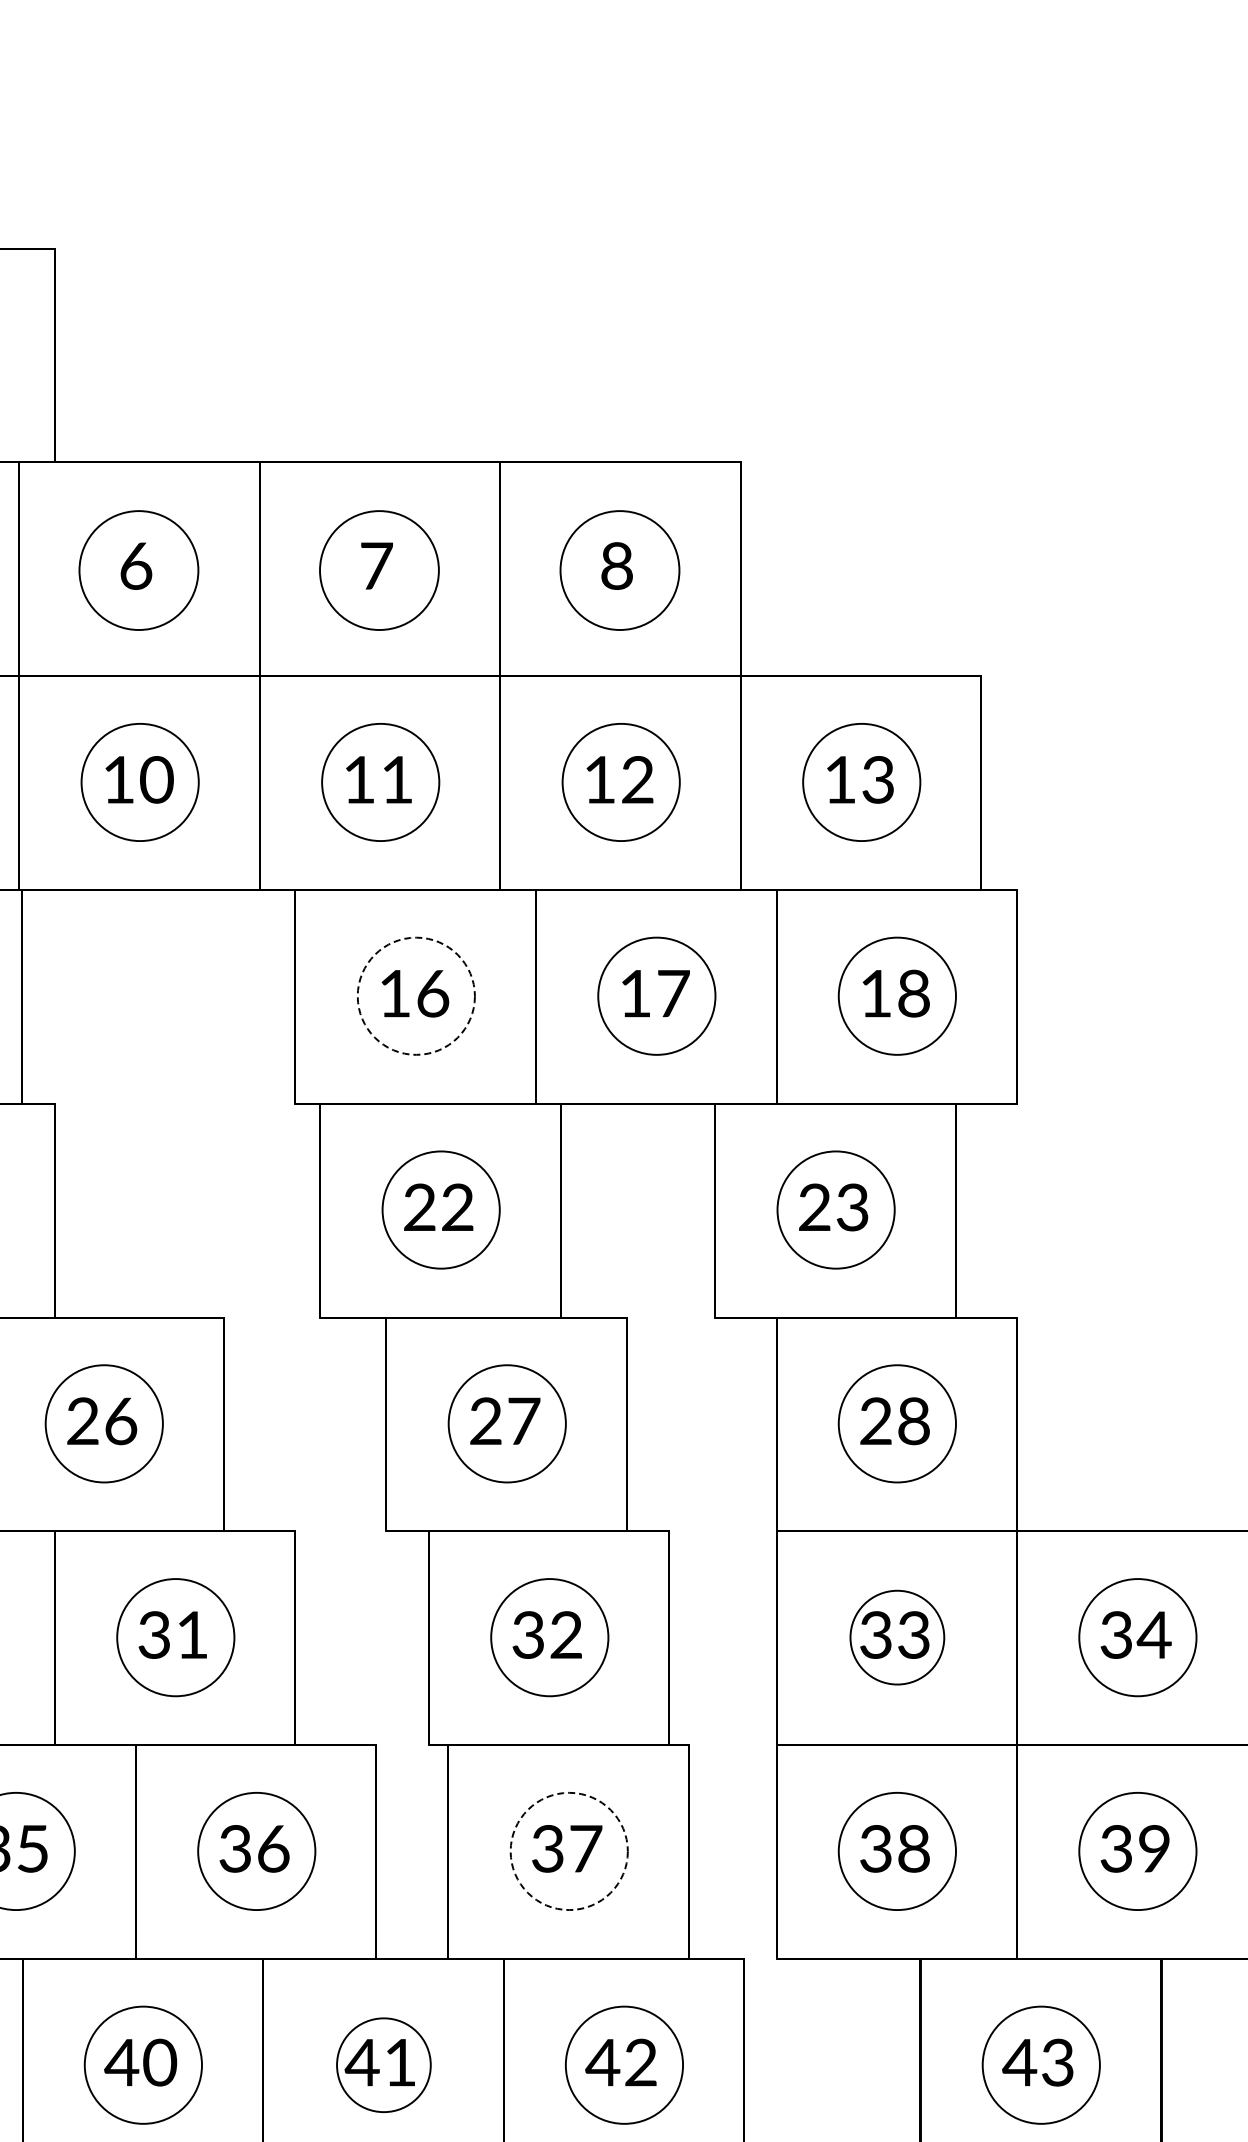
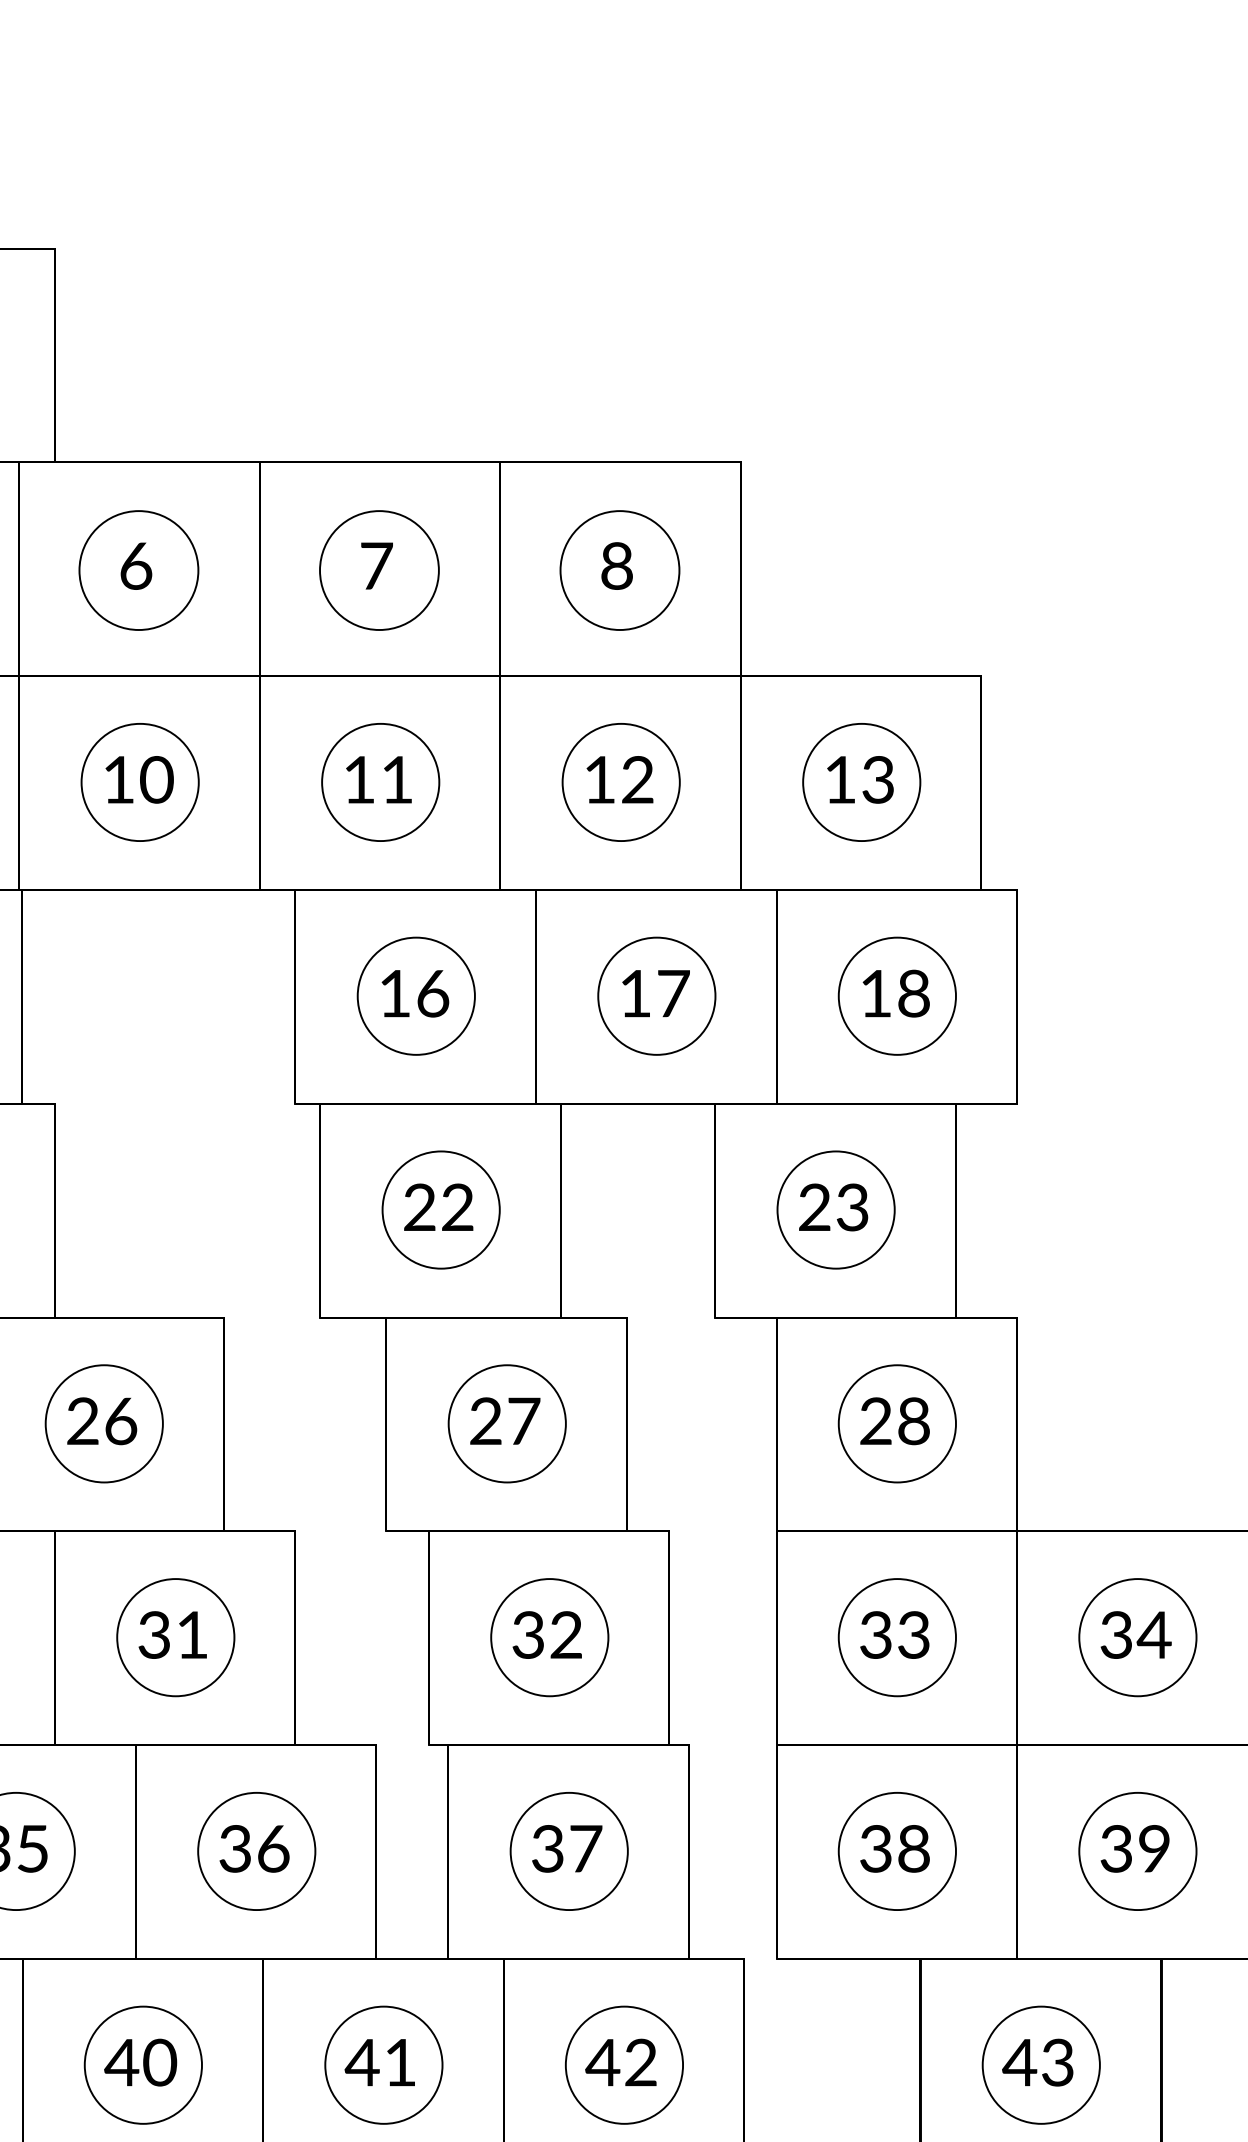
circle at (415, 995): dashed -> solid
circle at (897, 1637) diameter: 94 px -> 117 px
circle at (568, 1851): dashed -> solid
circle at (383, 2065) diameter: 94 px -> 117 px
